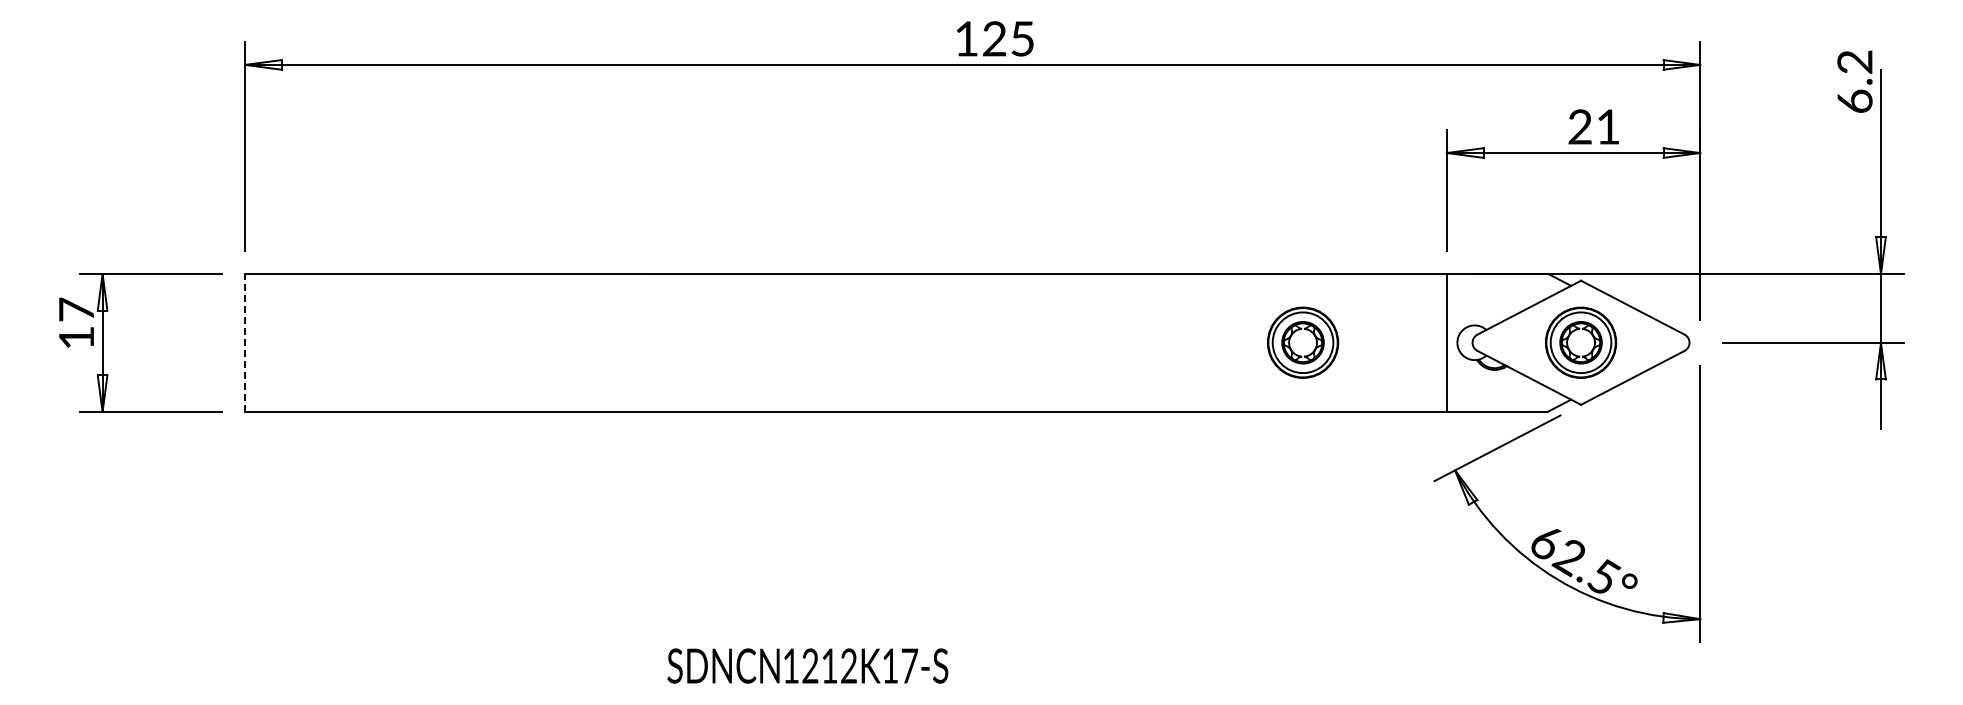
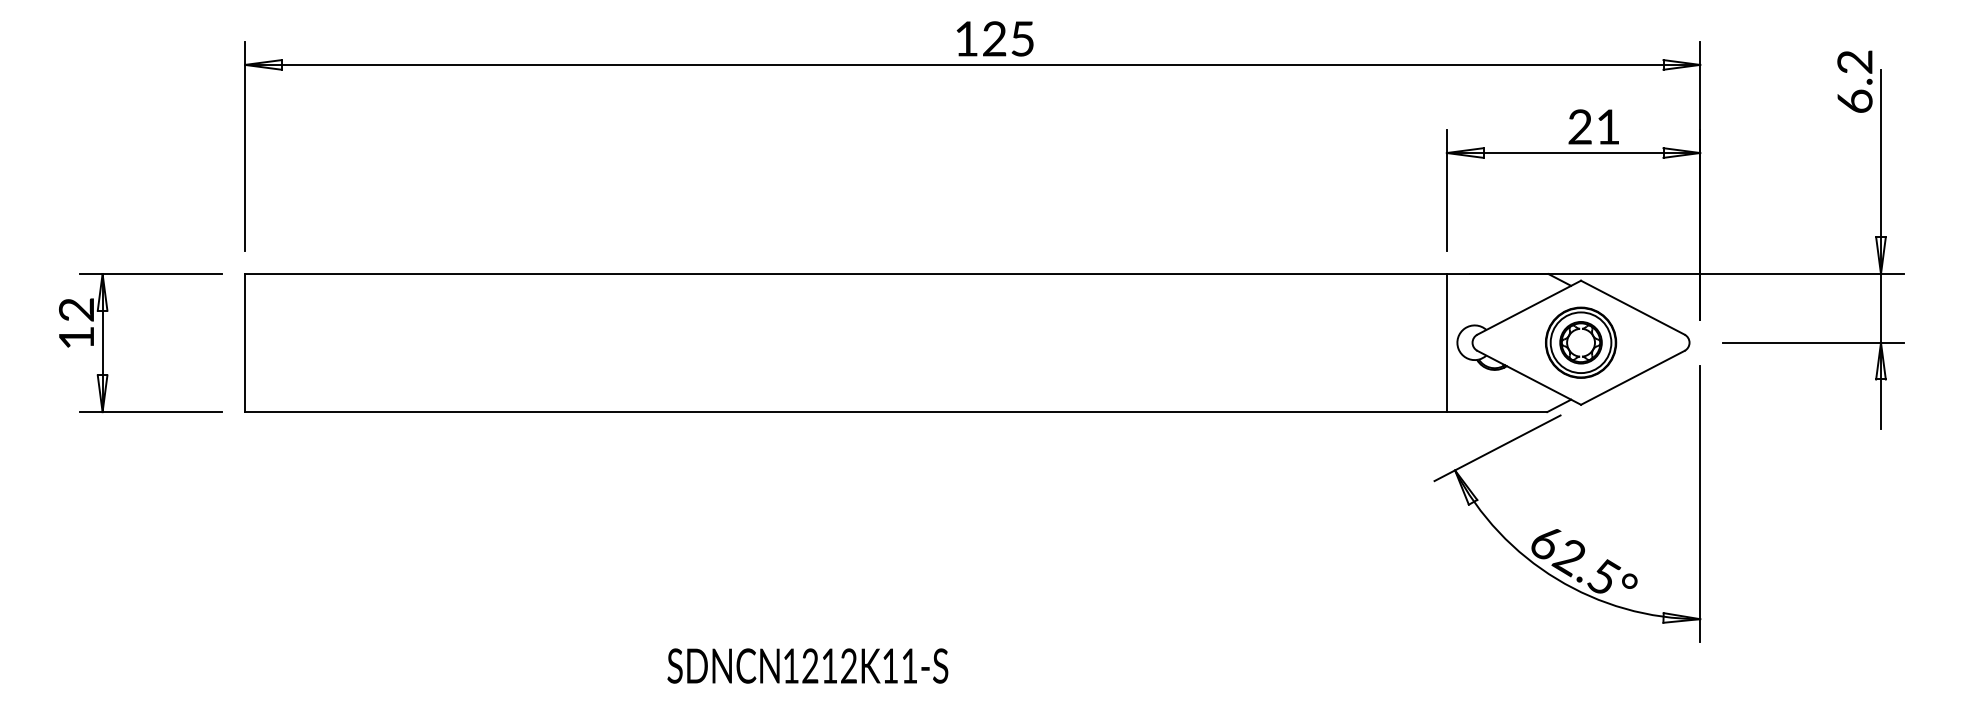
text at (76, 309): 17 -> 12
line at (245, 342): dashed -> solid
part at (1303, 342): present -> none
text at (909, 665): 1212K17-S -> 1212K11-S
